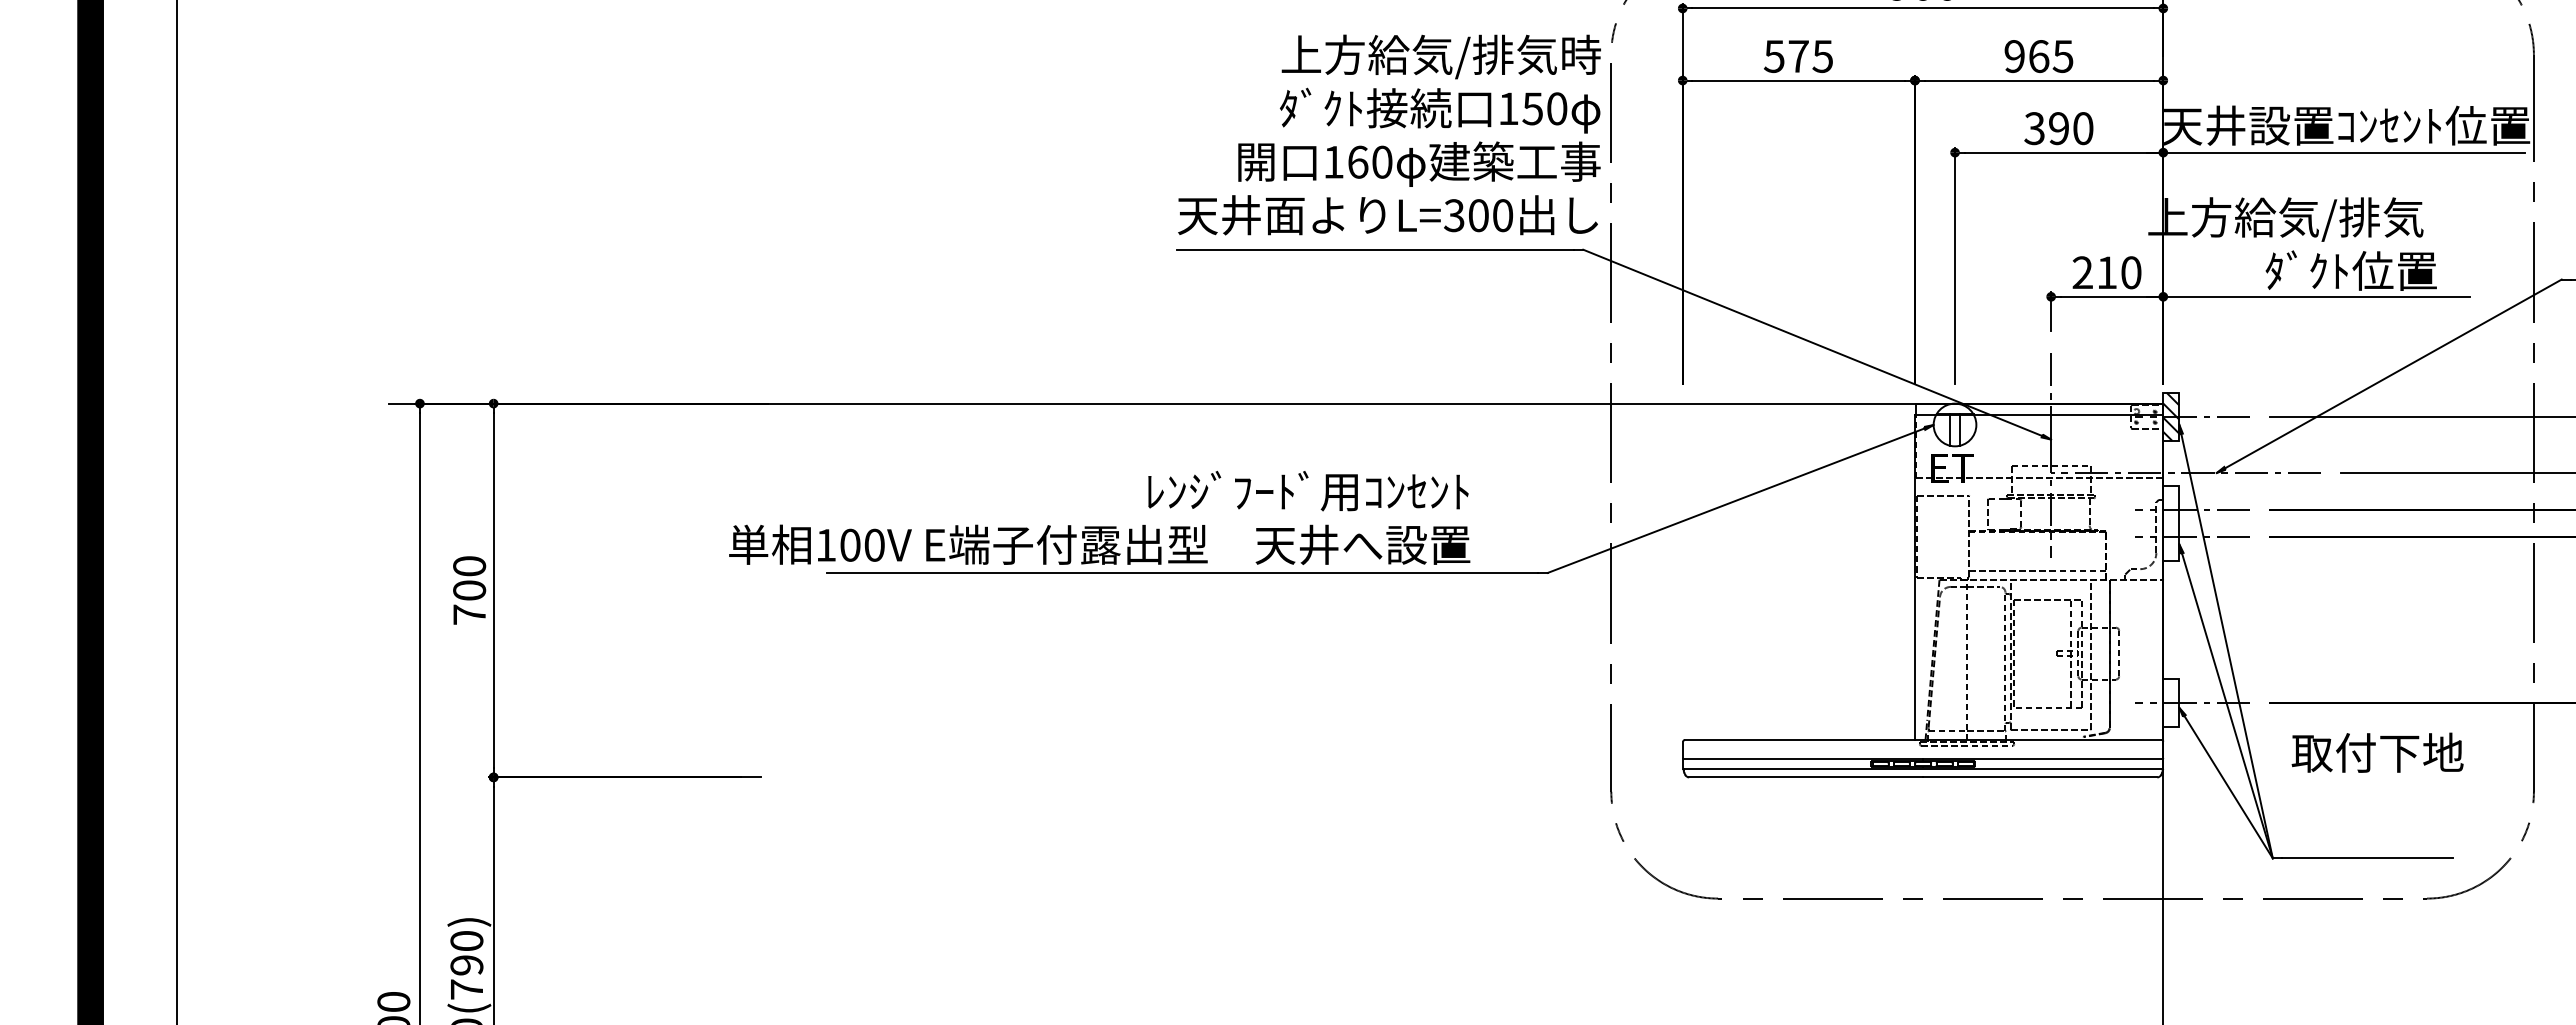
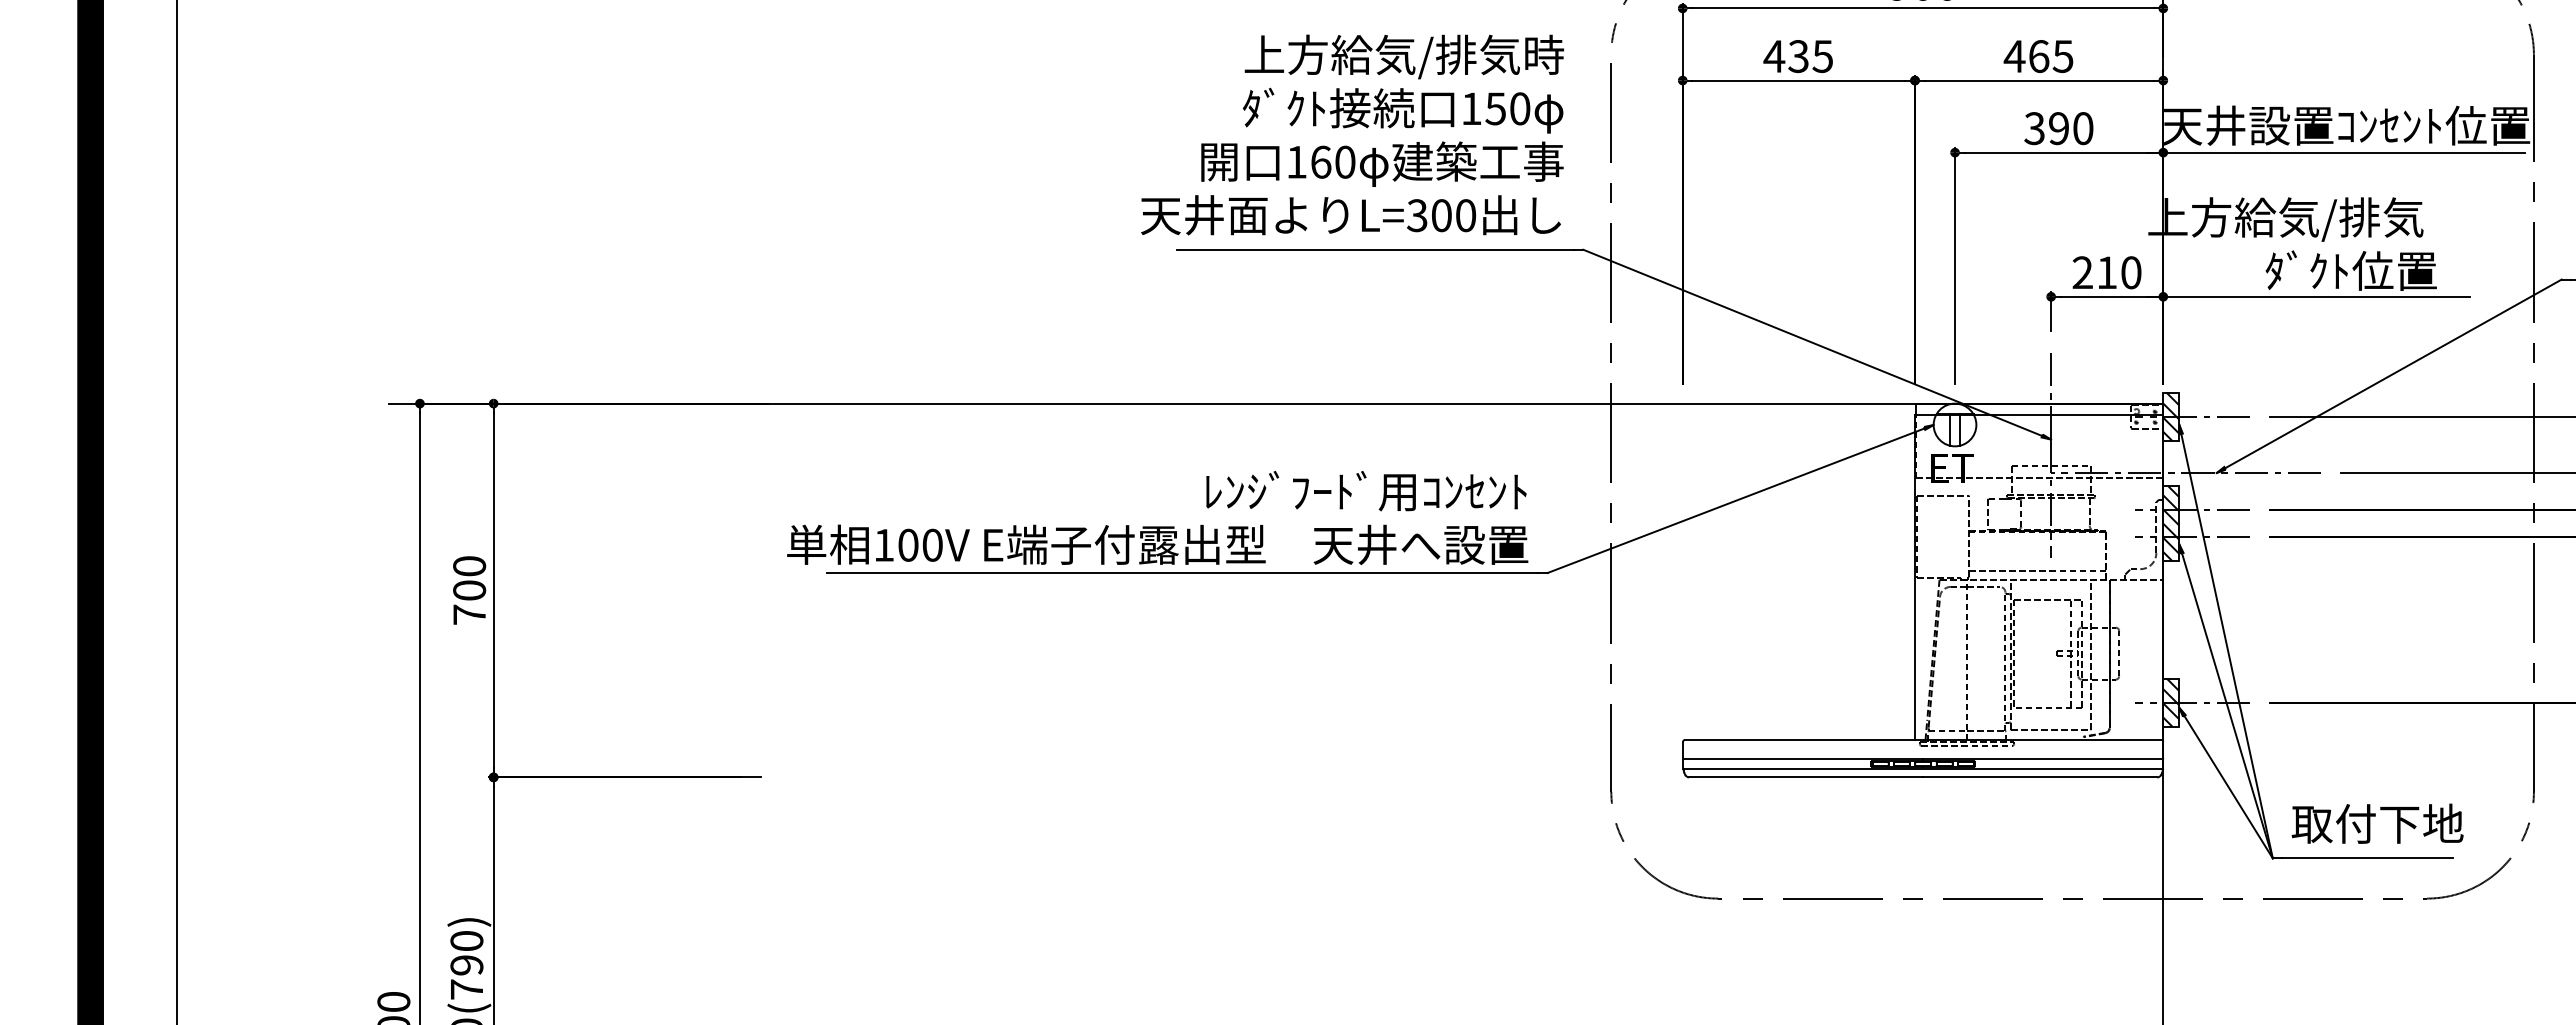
text at (1785, 56): 575 -> 435
text at (2014, 56): 965 -> 465
text at (1389, 134) position: (1389, 134) -> (1352, 134)
text at (1099, 517) position: (1099, 517) -> (1157, 517)
hatch at (2171, 523): none -> present
hatch at (2171, 702): none -> present
text at (2377, 752) position: (2377, 752) -> (2377, 823)
